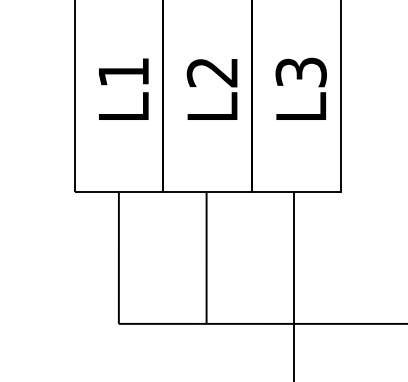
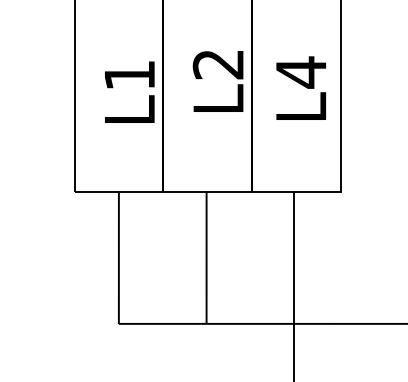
text at (300, 72): L3 -> L4
text at (123, 88) position: (123, 88) -> (129, 91)
text at (211, 89) position: (211, 89) -> (217, 81)
